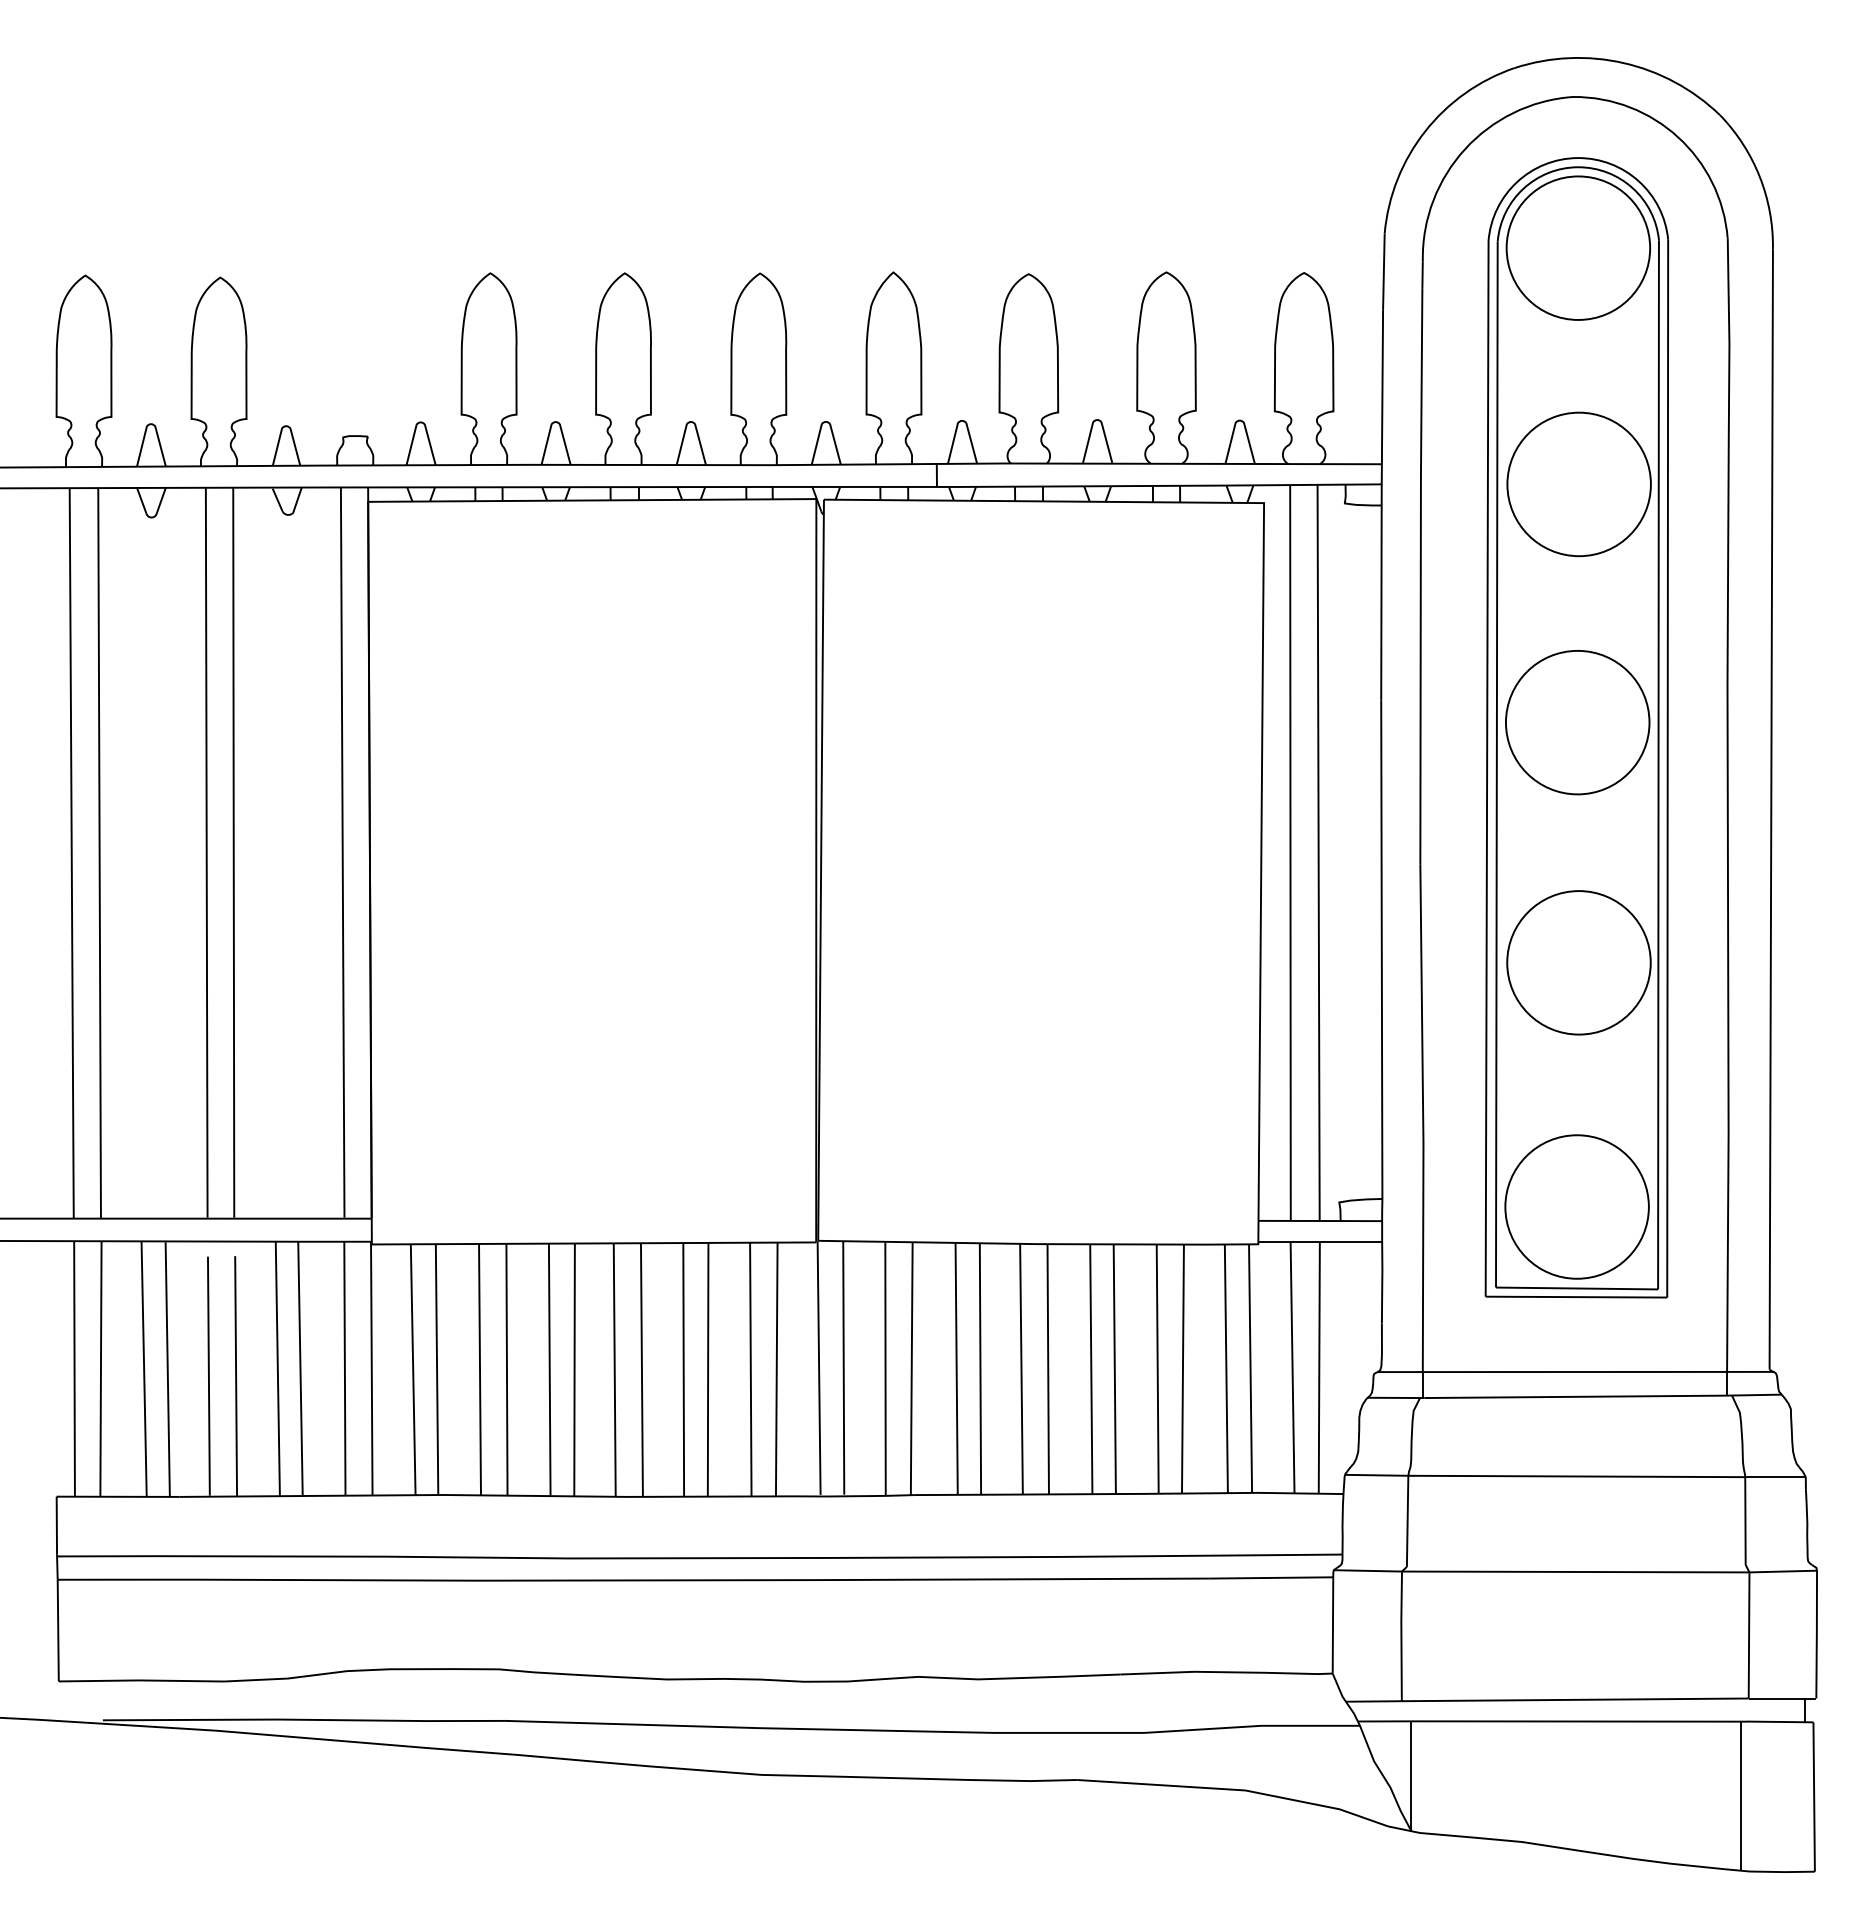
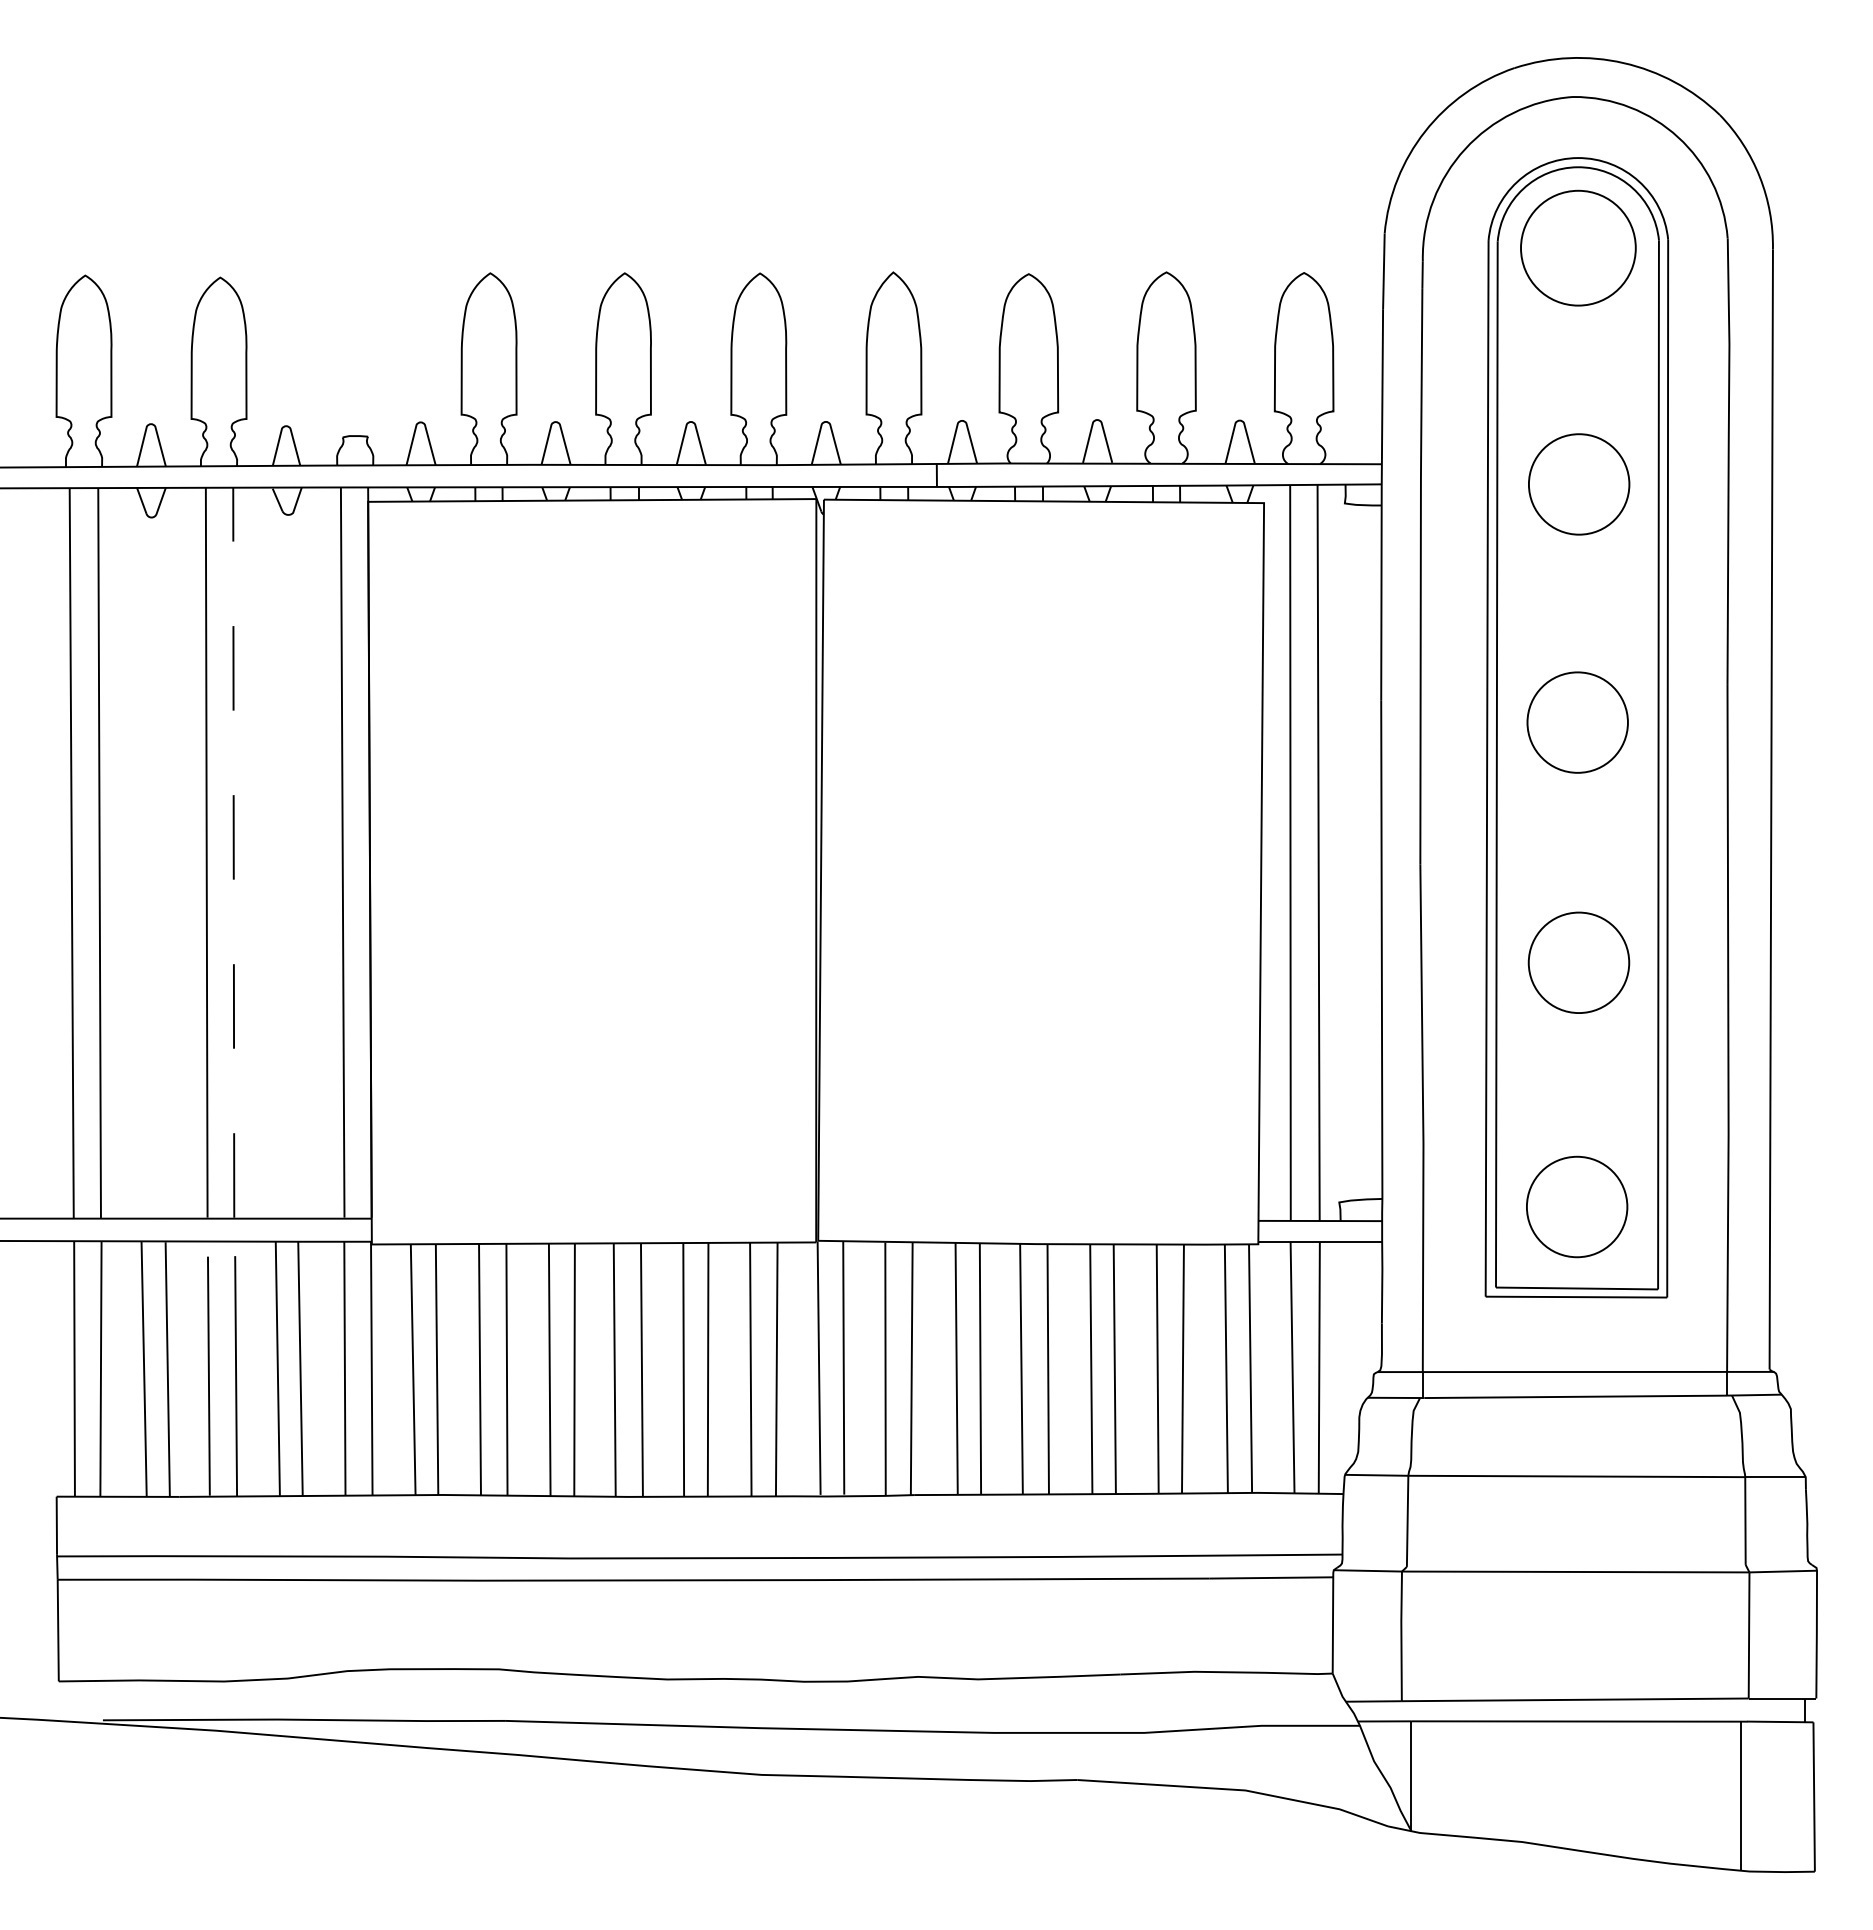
circle at (1578, 247) diameter: 144 px -> 115 px
circle at (1578, 484) diameter: 144 px -> 100 px
circle at (1577, 722) diameter: 144 px -> 100 px
line at (233, 852): solid -> dashed
circle at (1578, 962) diameter: 144 px -> 100 px
circle at (1576, 1206) diameter: 144 px -> 100 px
